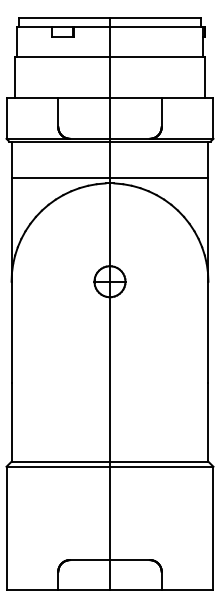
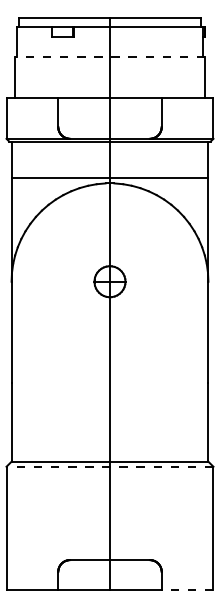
line at (109, 57): solid -> dashed
line at (109, 466): solid -> dashed
line at (187, 589): solid -> dashed
